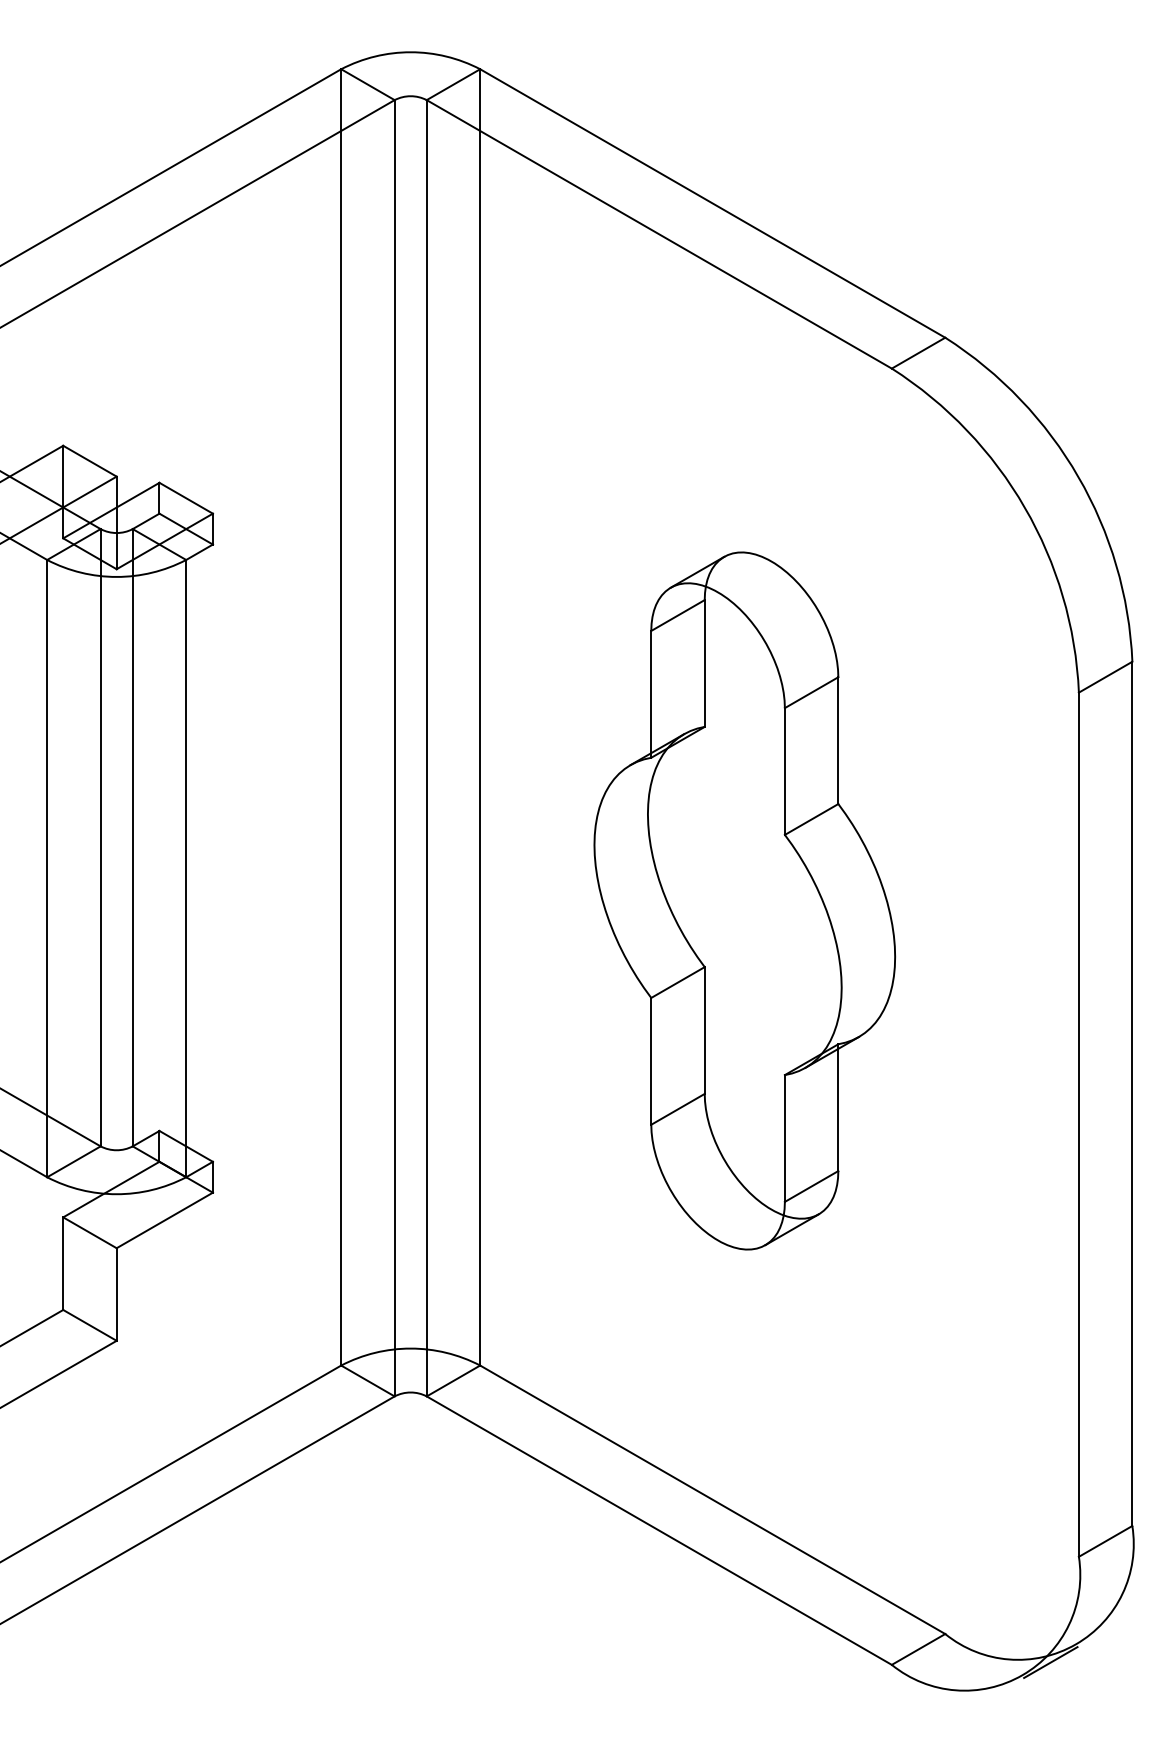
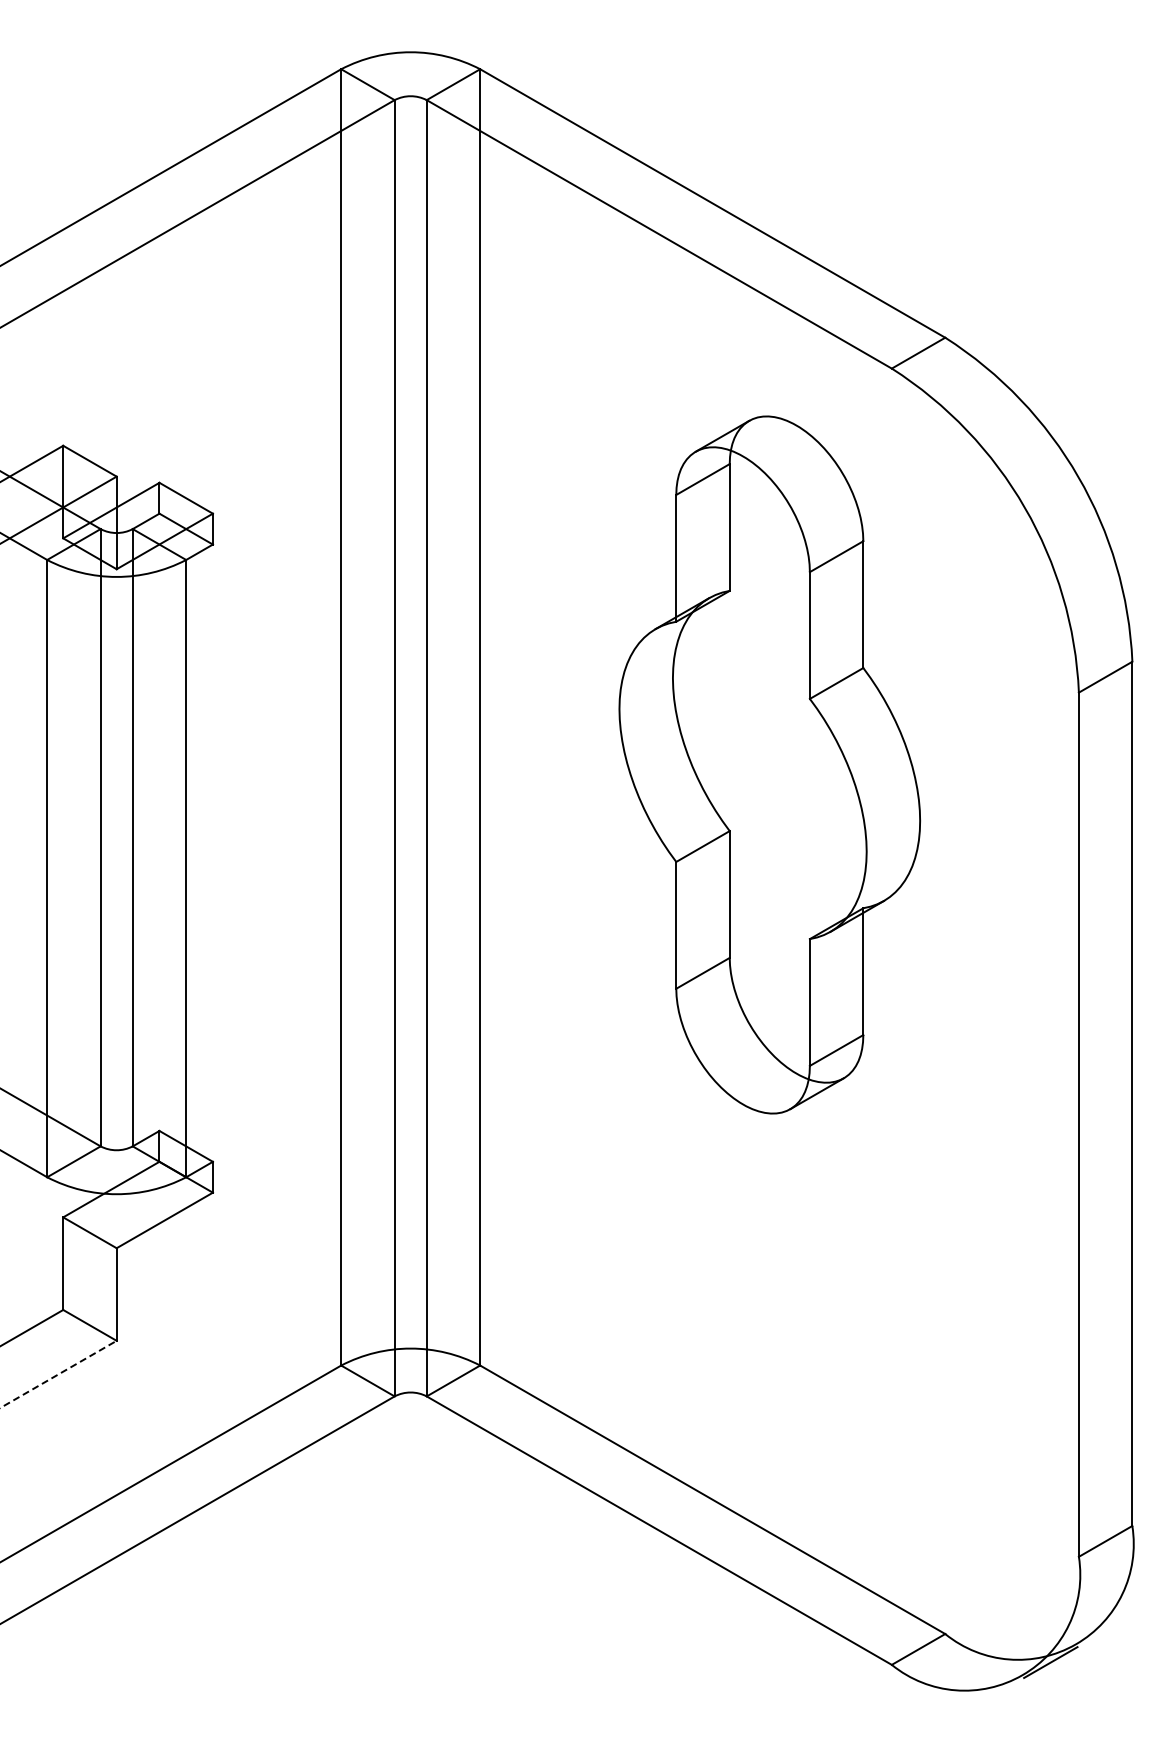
part at (744, 900) position: (744, 900) -> (769, 764)
line at (58, 1374): solid -> dashed
